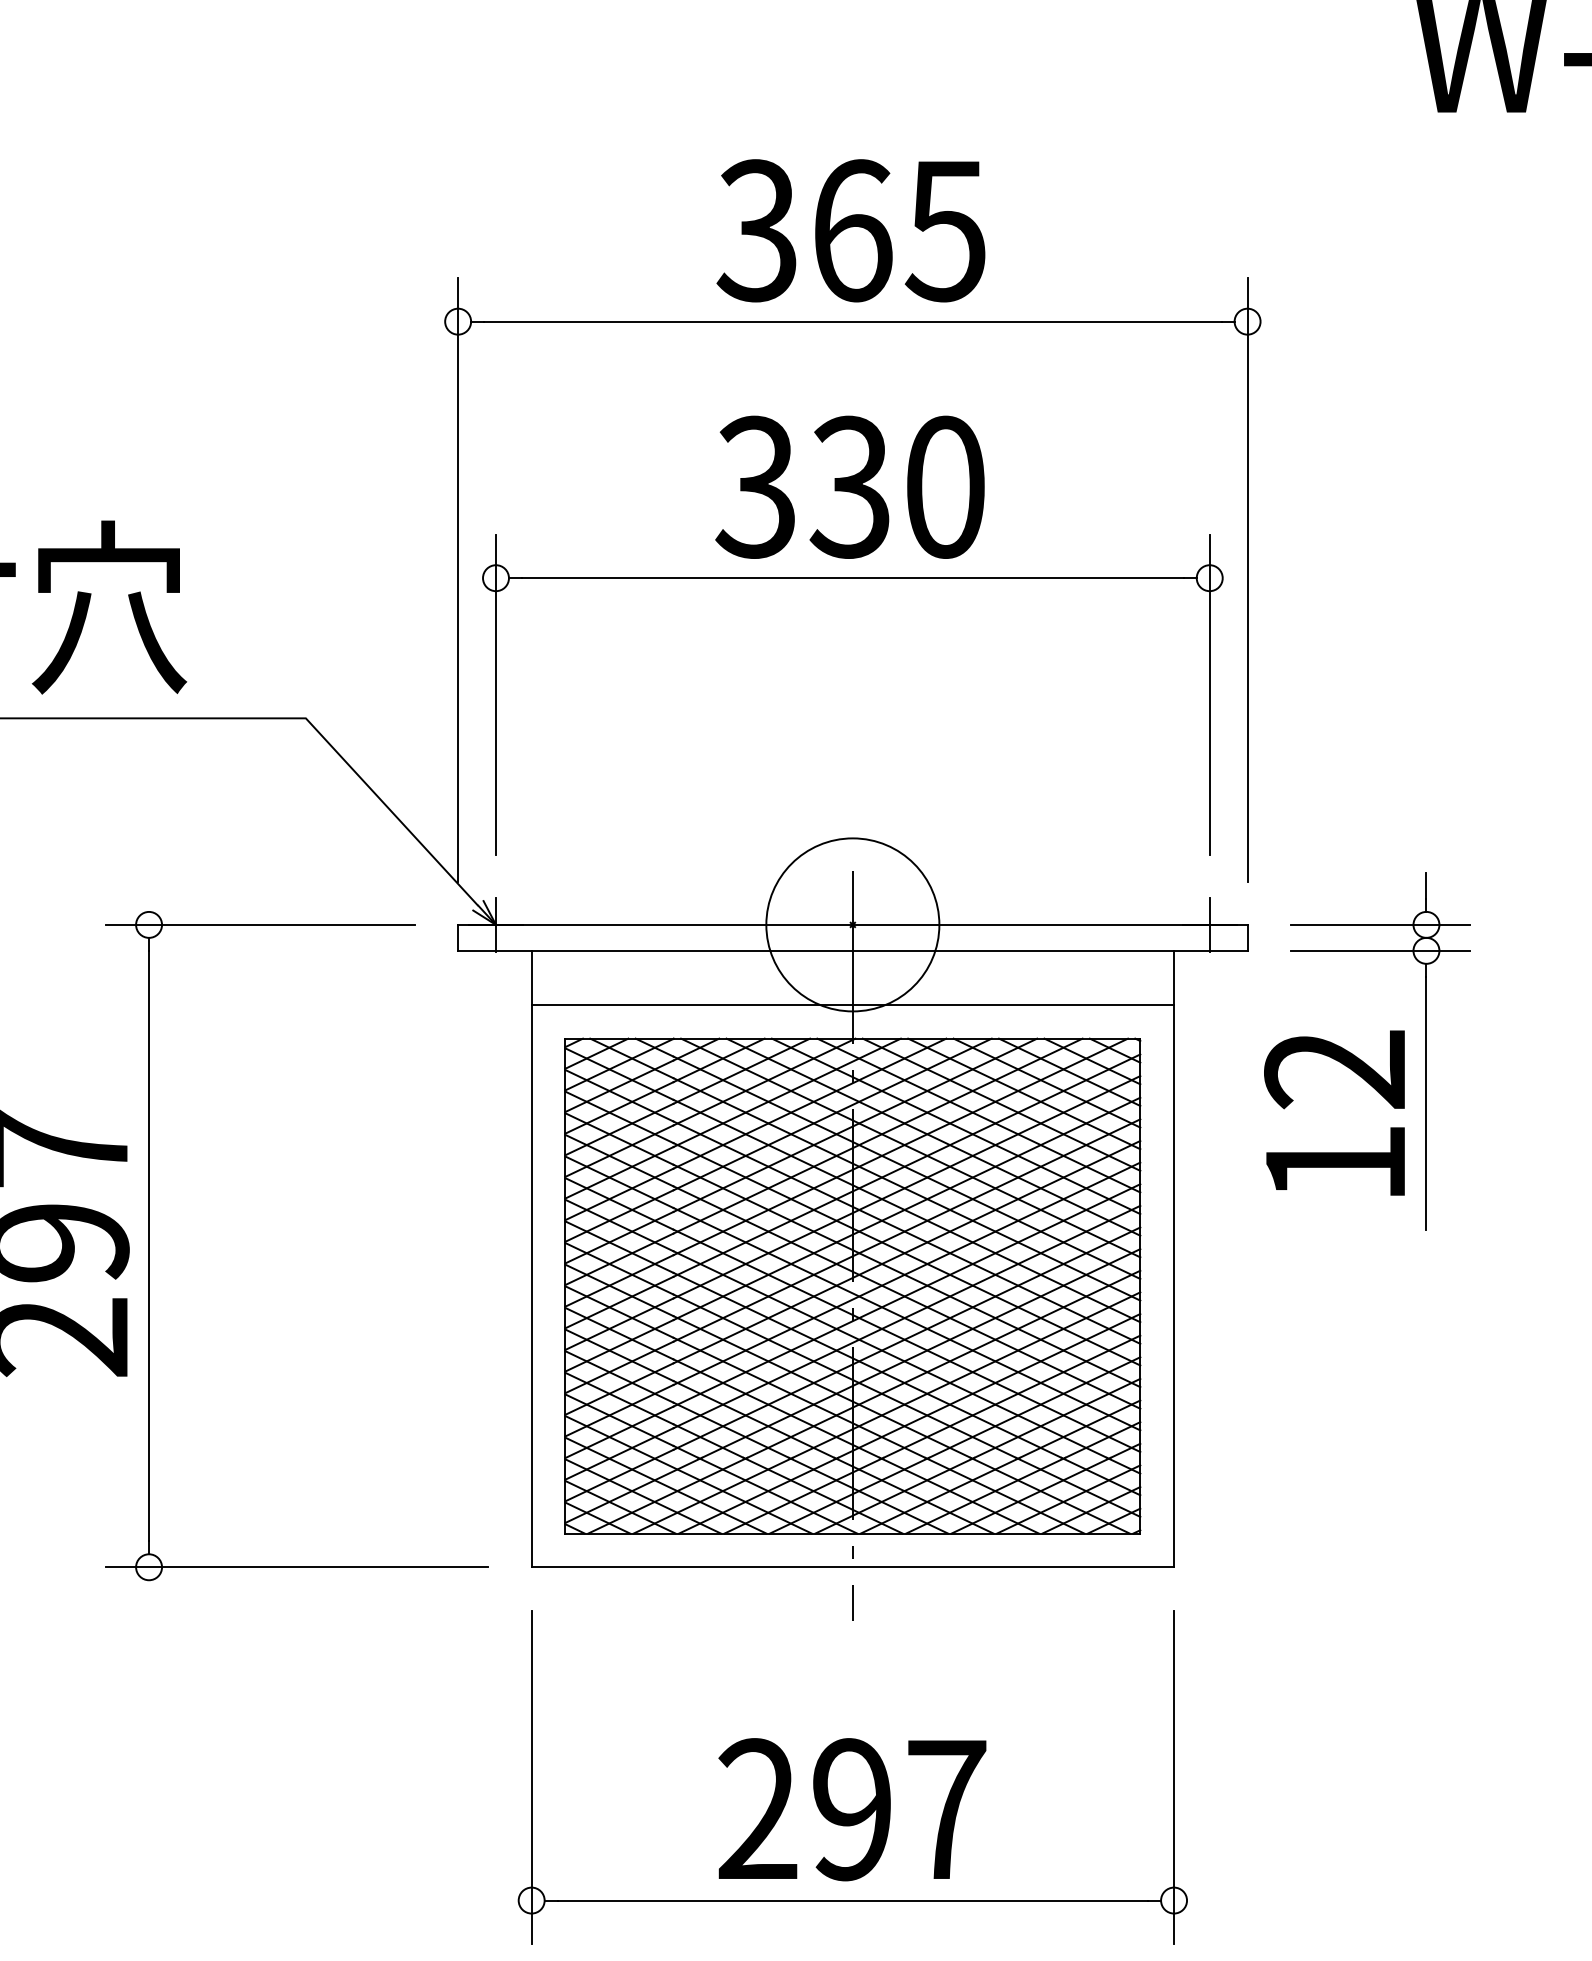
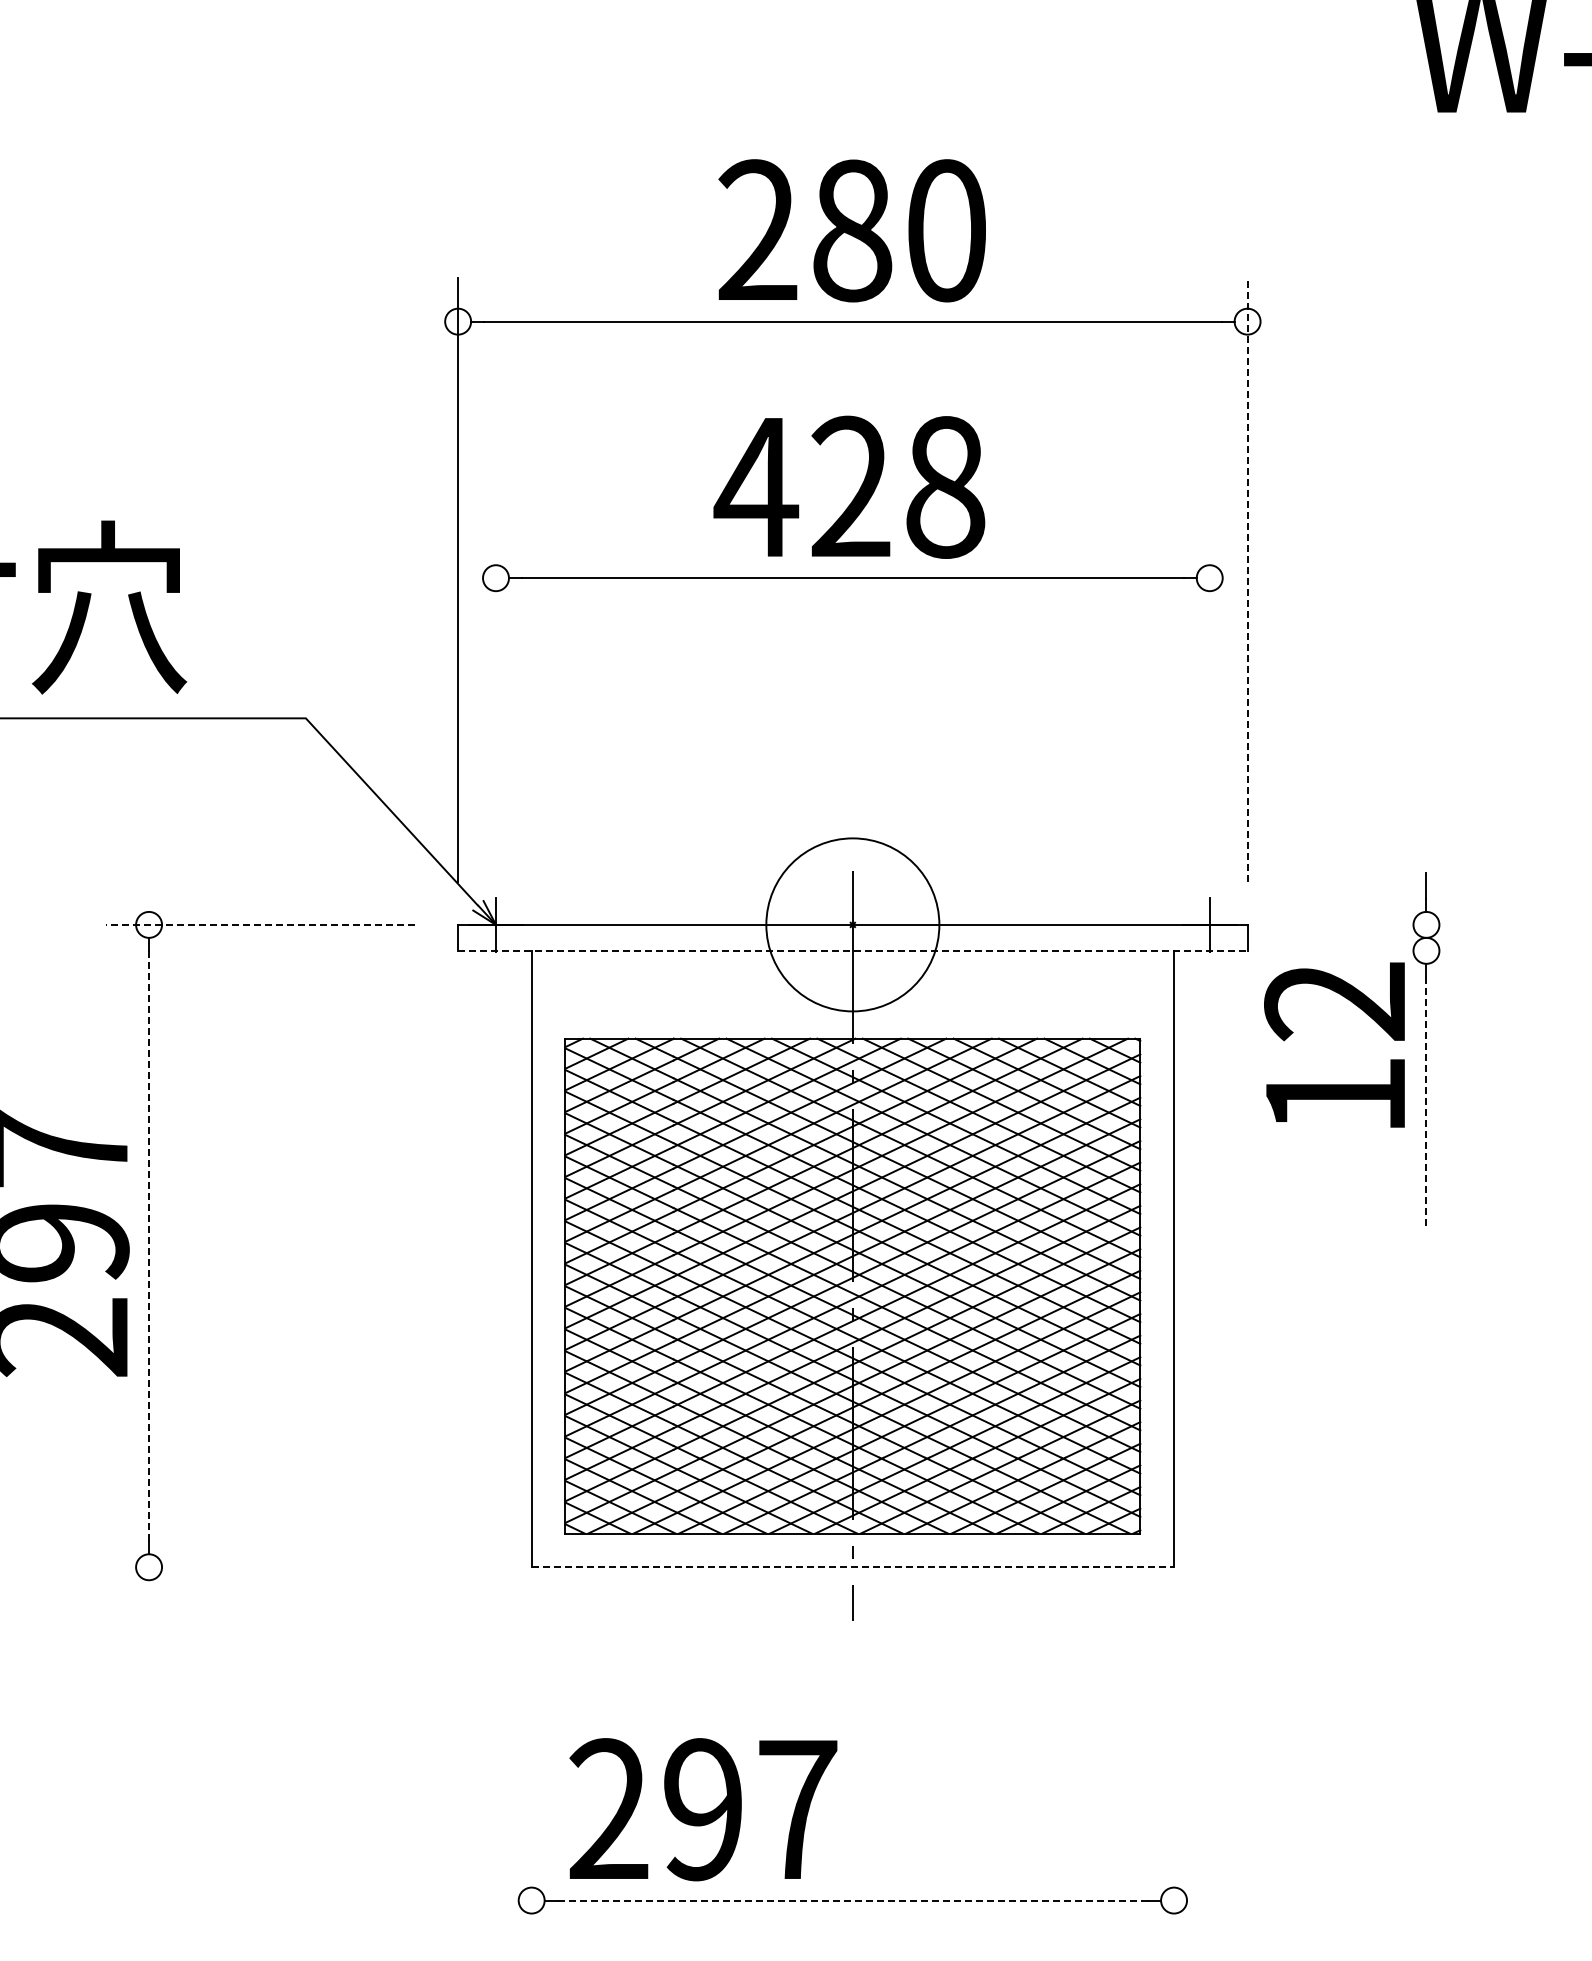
text at (850, 230): 365 -> 280
text at (849, 486): 330 -> 428
line at (1247, 580): solid -> dashed
line at (495, 694): present -> none
line at (1209, 694): present -> none
line at (260, 924): solid -> dashed
line at (1379, 924): present -> none
line at (852, 950): solid -> dashed
line at (1379, 950): present -> none
line at (852, 1004): present -> none
line at (1426, 1103): solid -> dashed
text at (1334, 1112) position: (1334, 1112) -> (1334, 1044)
line at (149, 1245): solid -> dashed
line at (296, 1567): present -> none
line at (853, 1567): solid -> dashed
line at (531, 1776): present -> none
line at (1174, 1776): present -> none
text at (852, 1809) position: (852, 1809) -> (703, 1809)
line at (852, 1900): solid -> dashed
